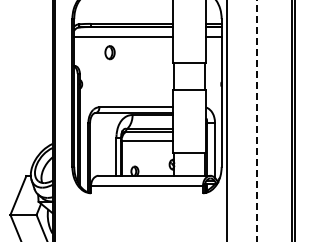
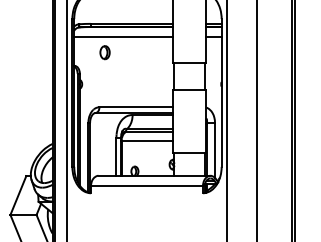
part at (109, 52) position: (109, 52) -> (104, 52)
line at (67, 120): none -> present
line at (256, 120): dashed -> solid
